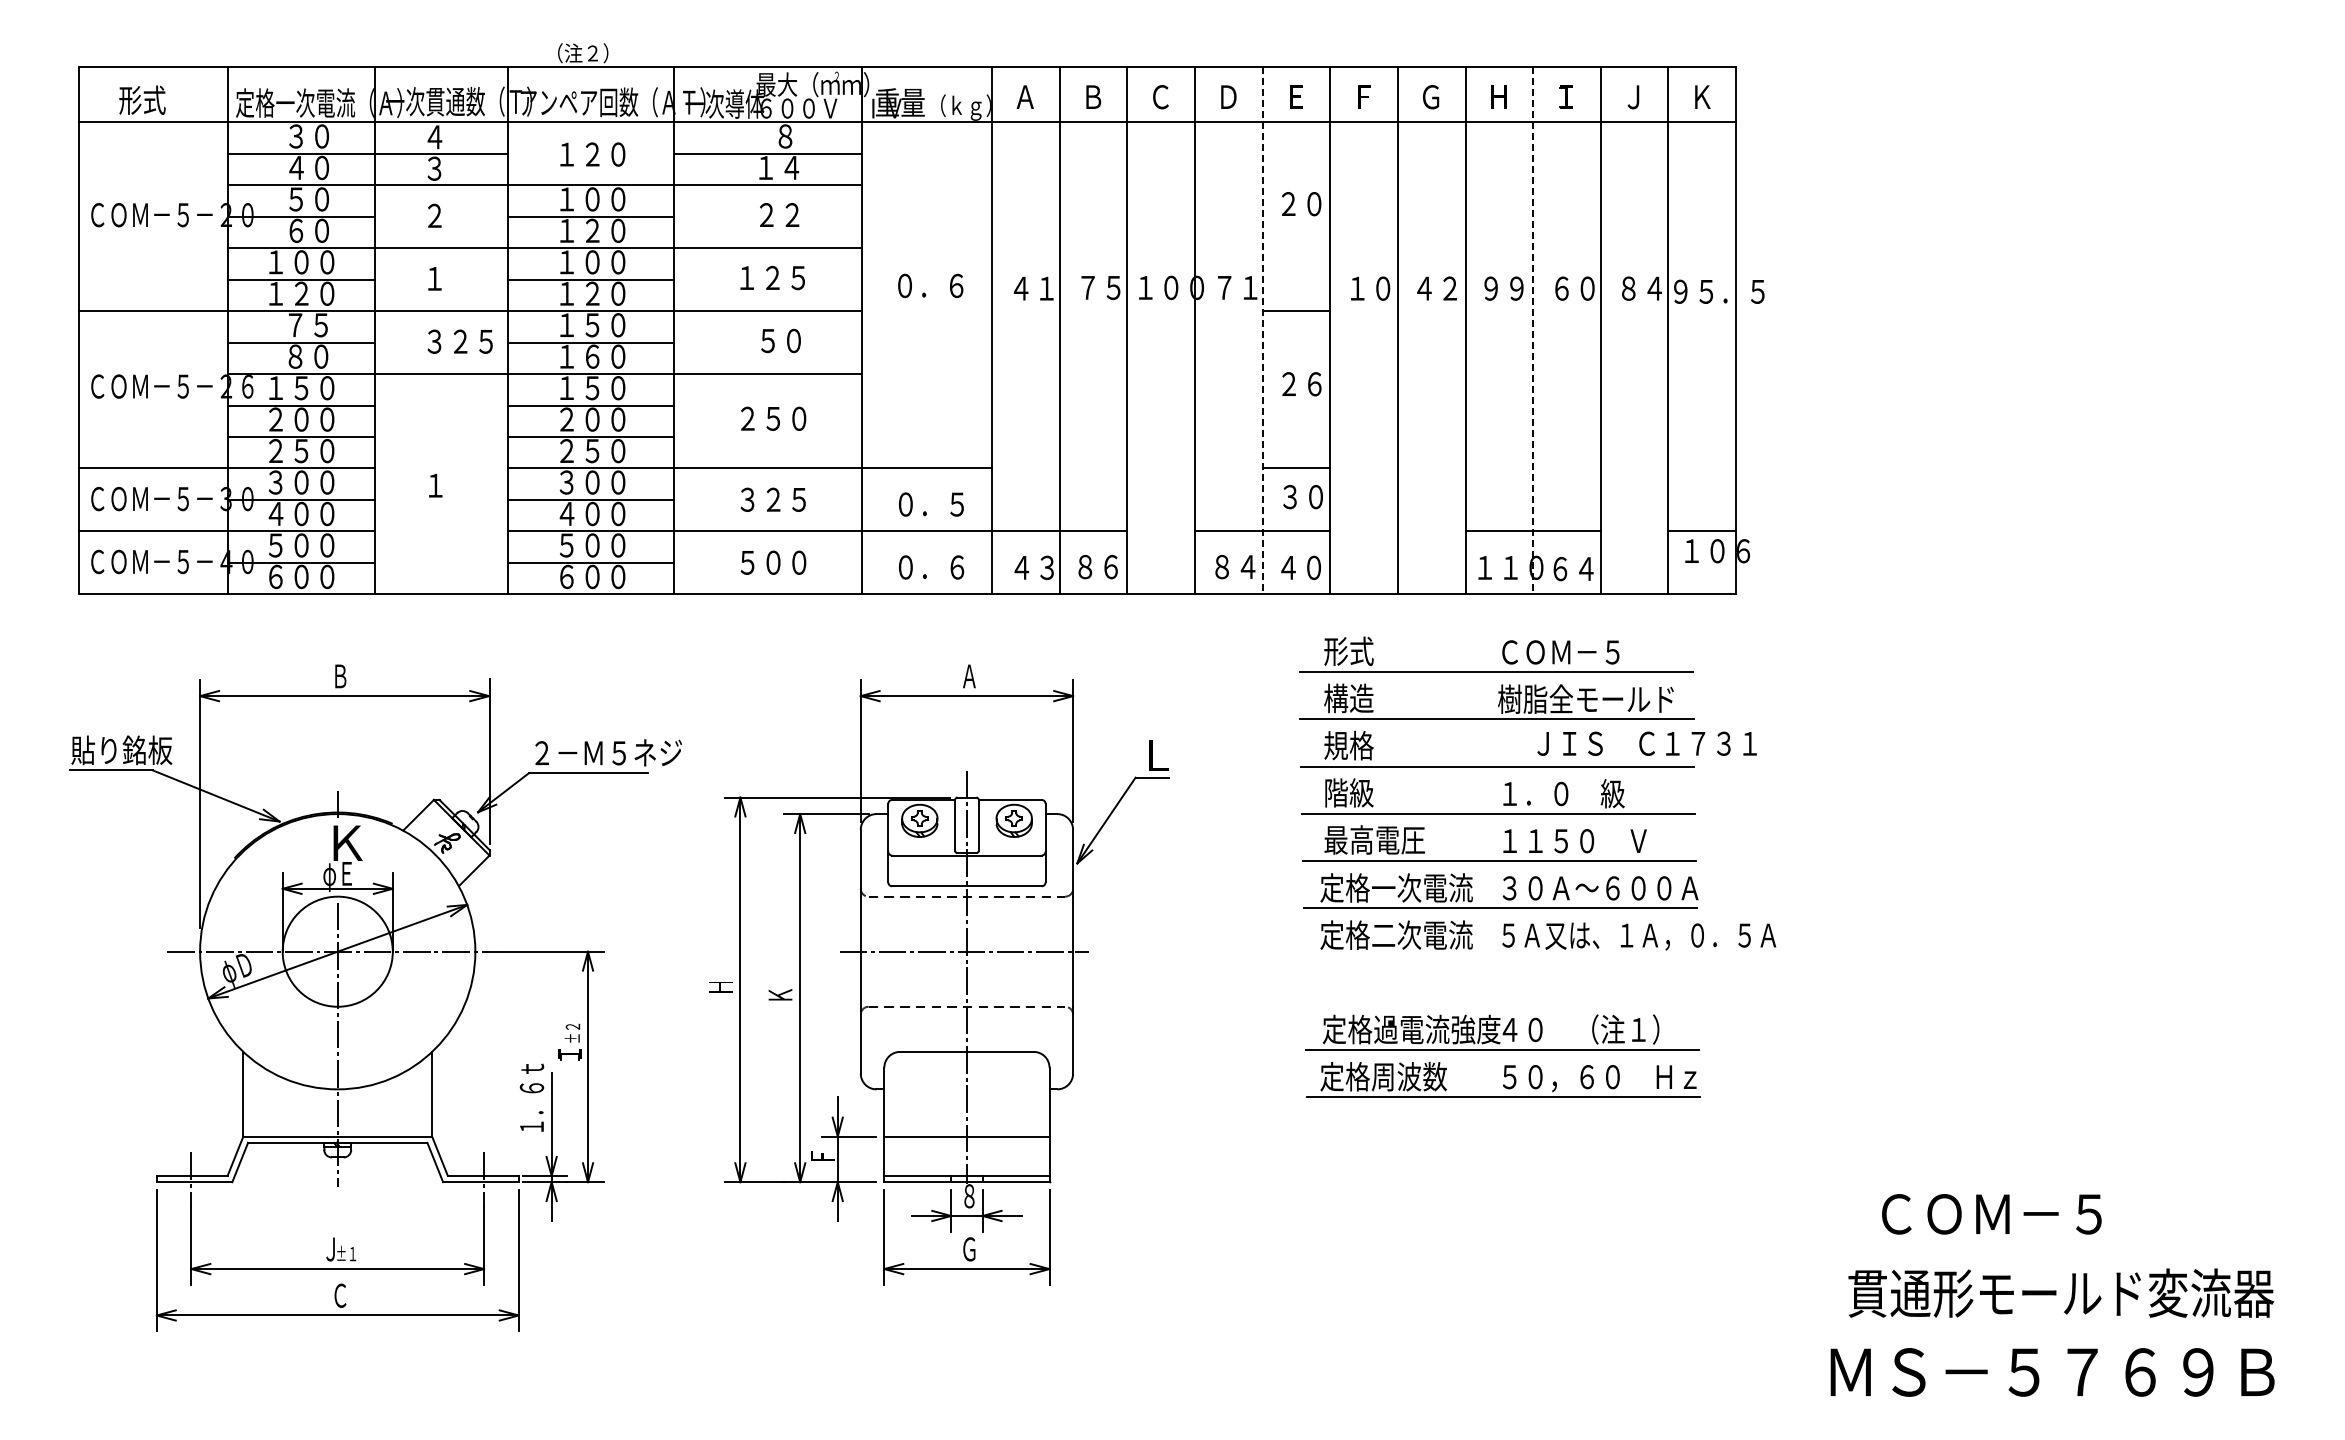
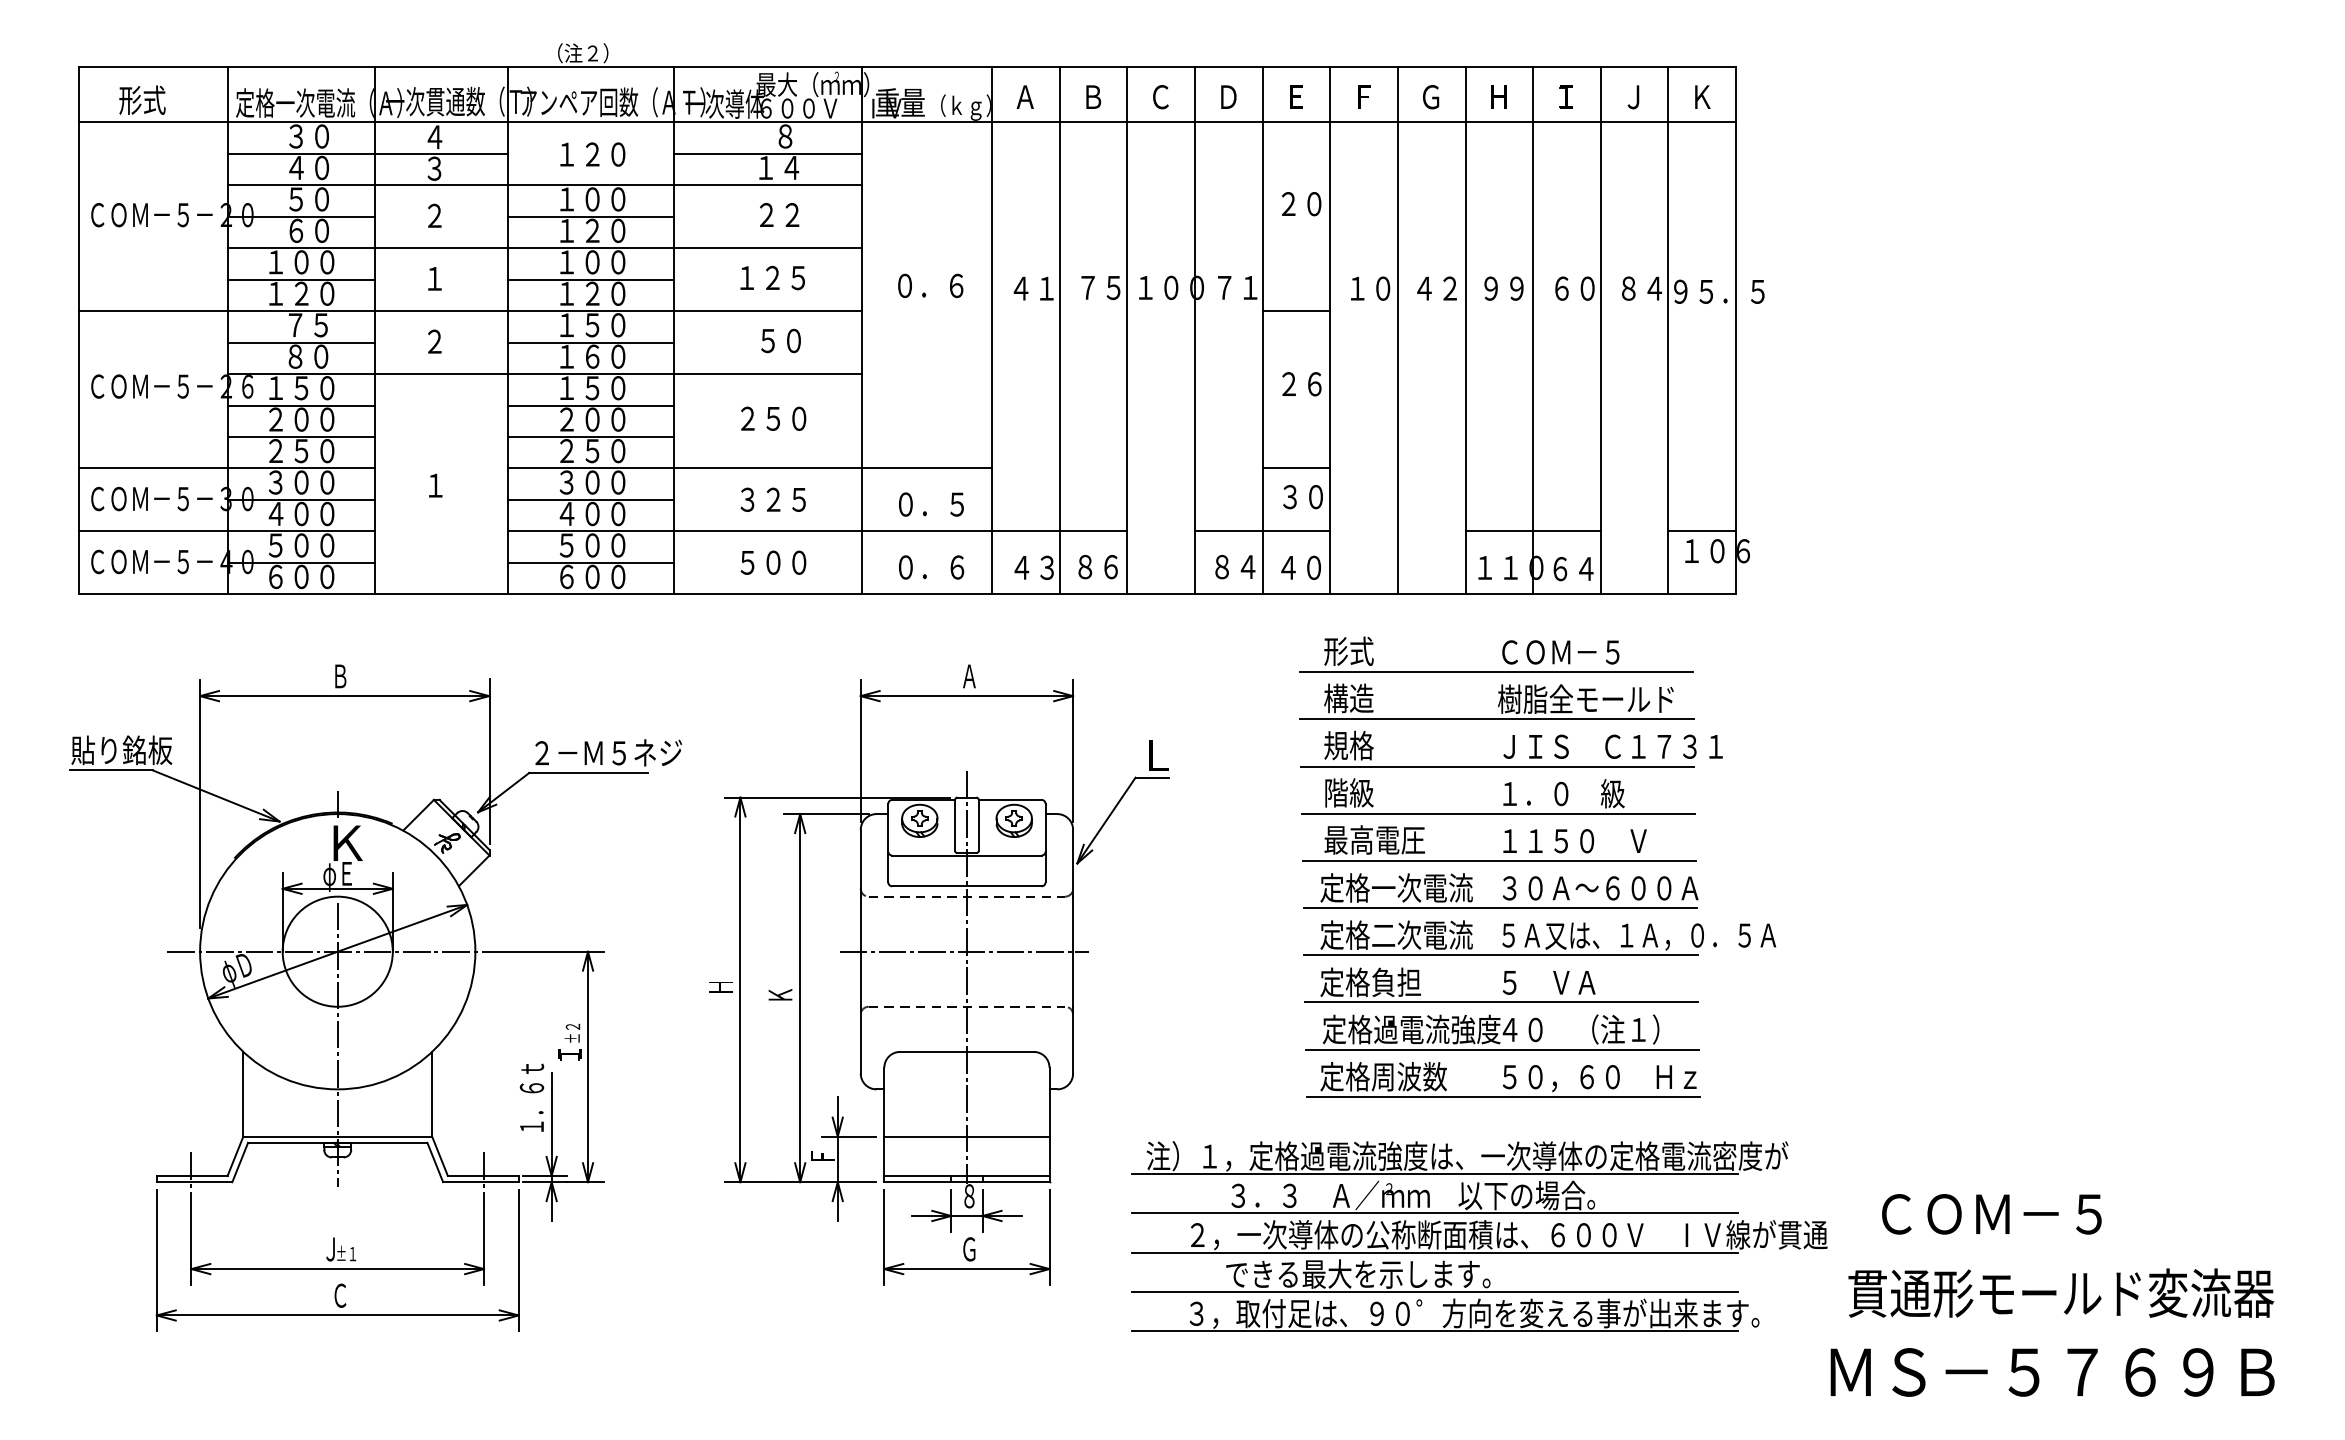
line at (1262, 331): dashed -> solid
line at (1533, 331): dashed -> solid
text at (459, 341): ３２５ -> ２
text at (1646, 743) position: (1646, 743) -> (1612, 746)
line at (1500, 955): none -> present
part at (1501, 984): none -> present
part at (1479, 1236): none -> present
